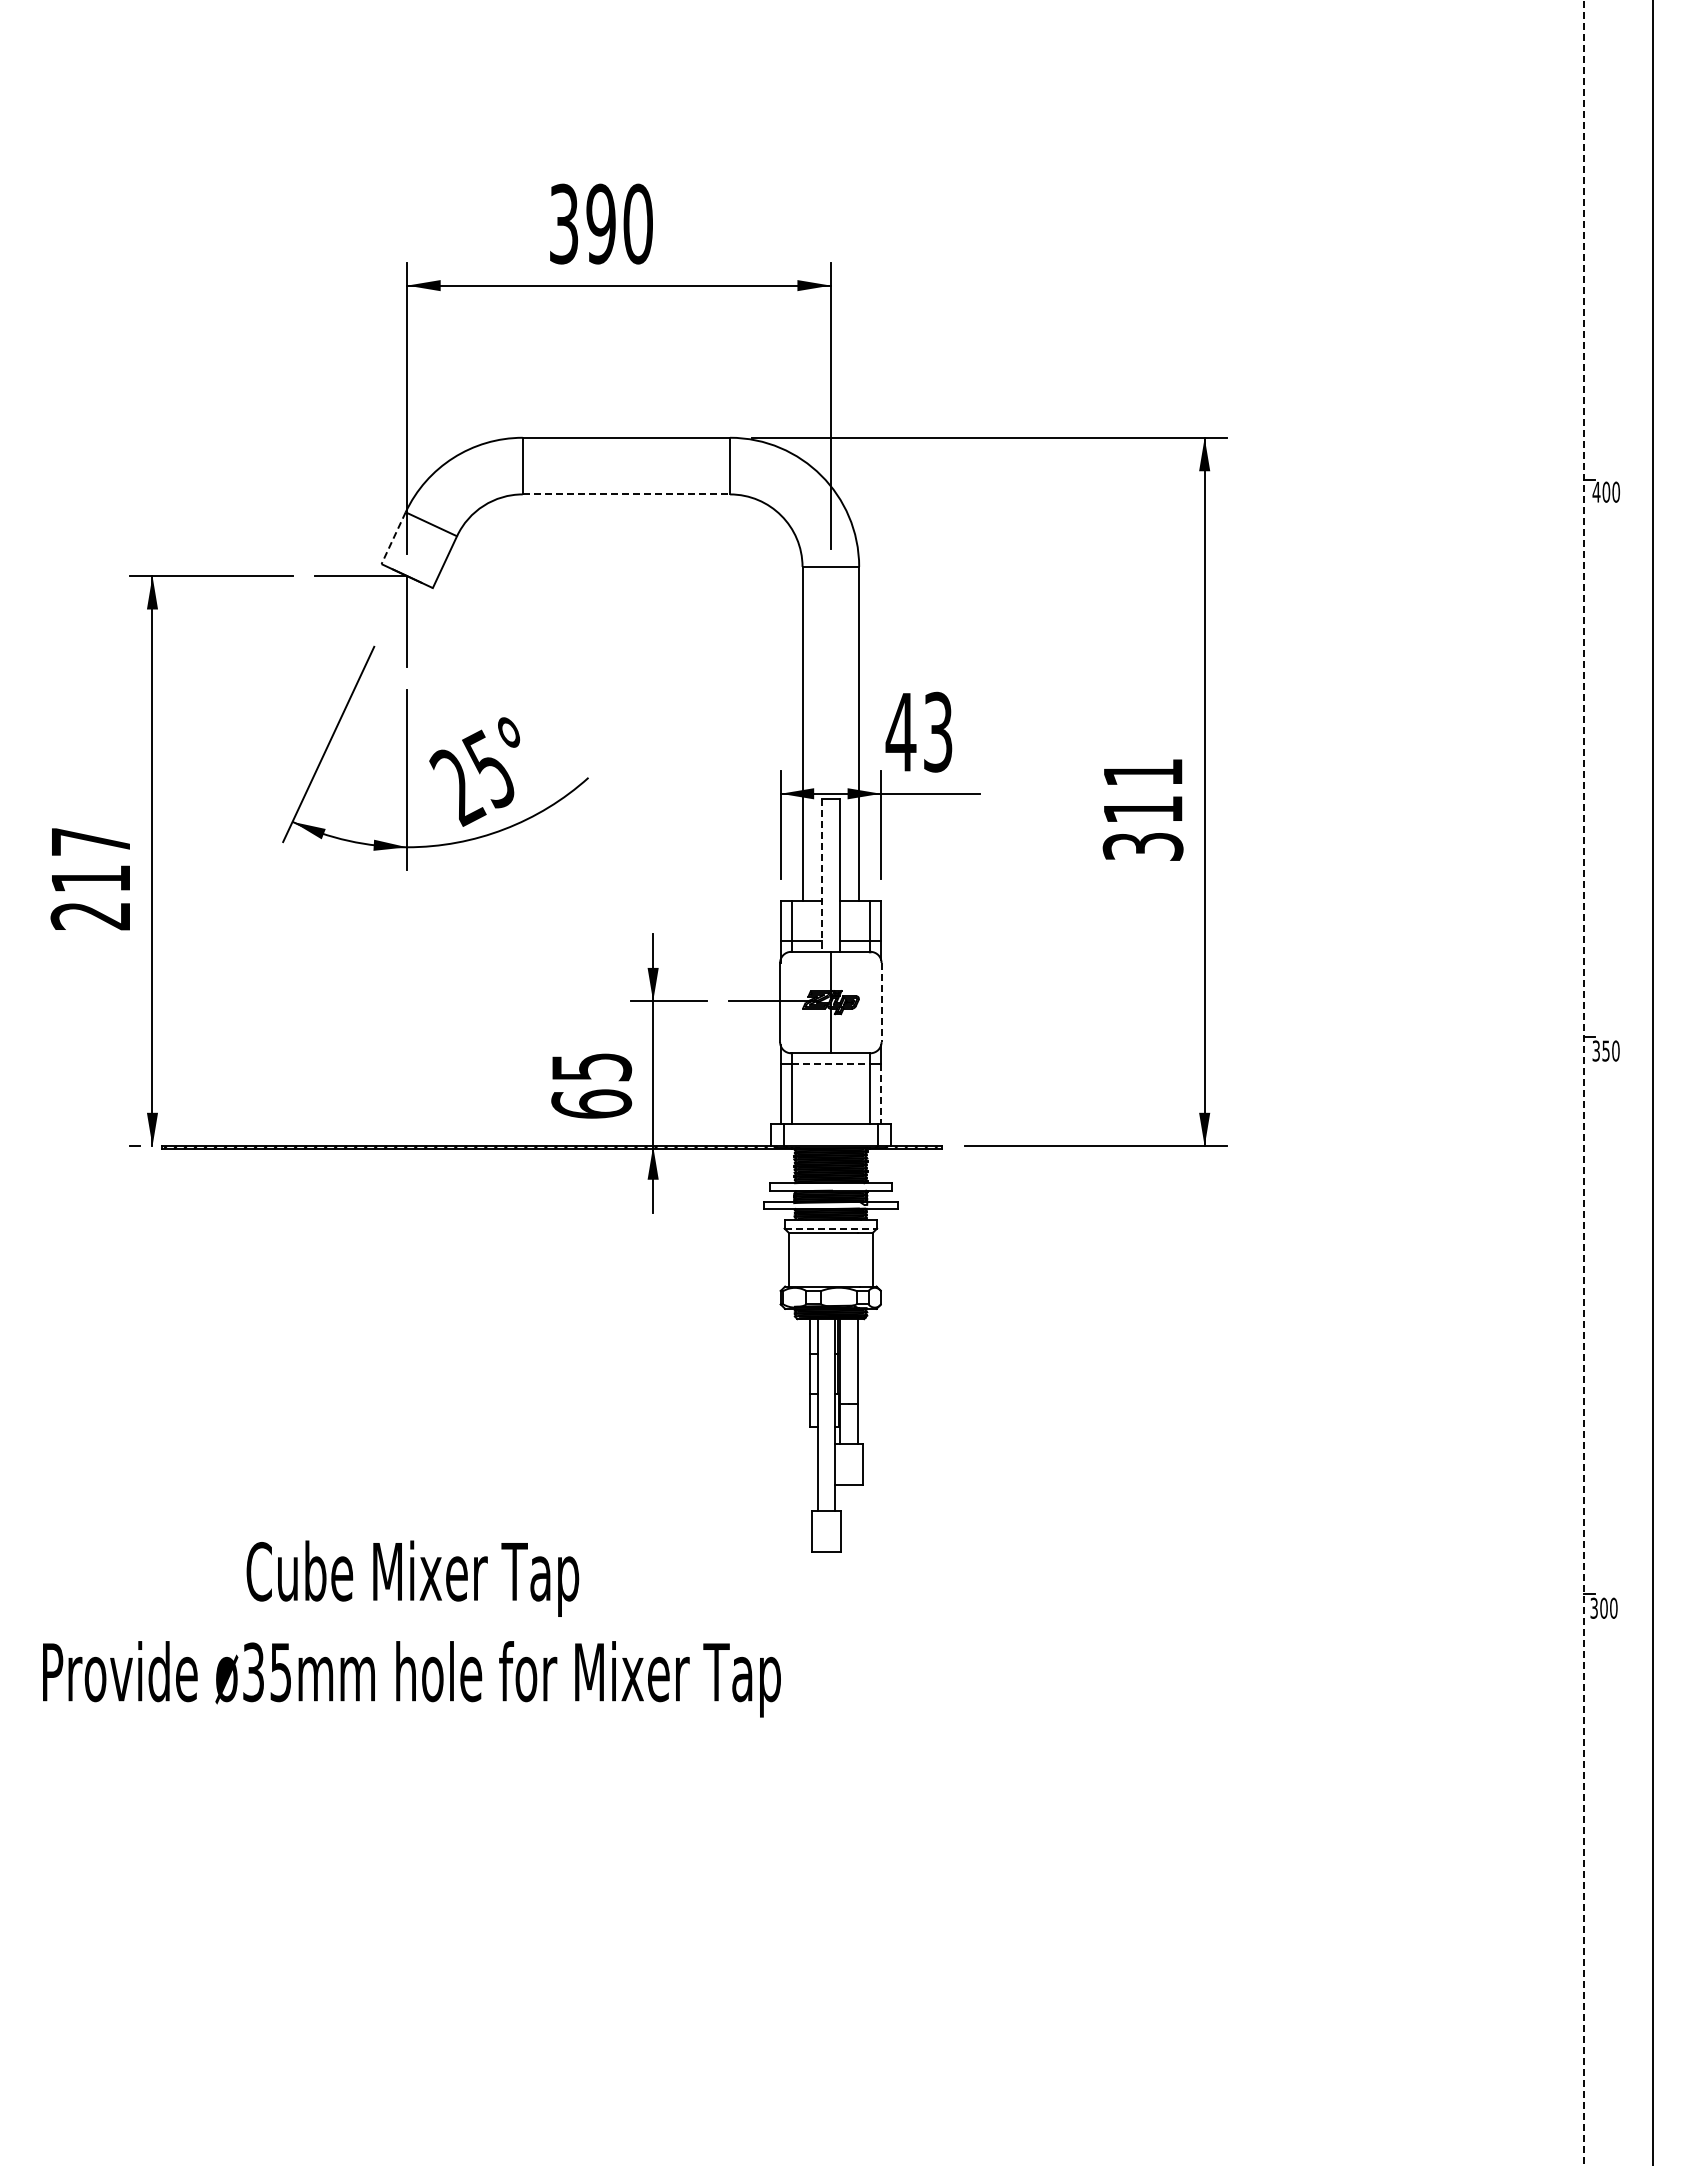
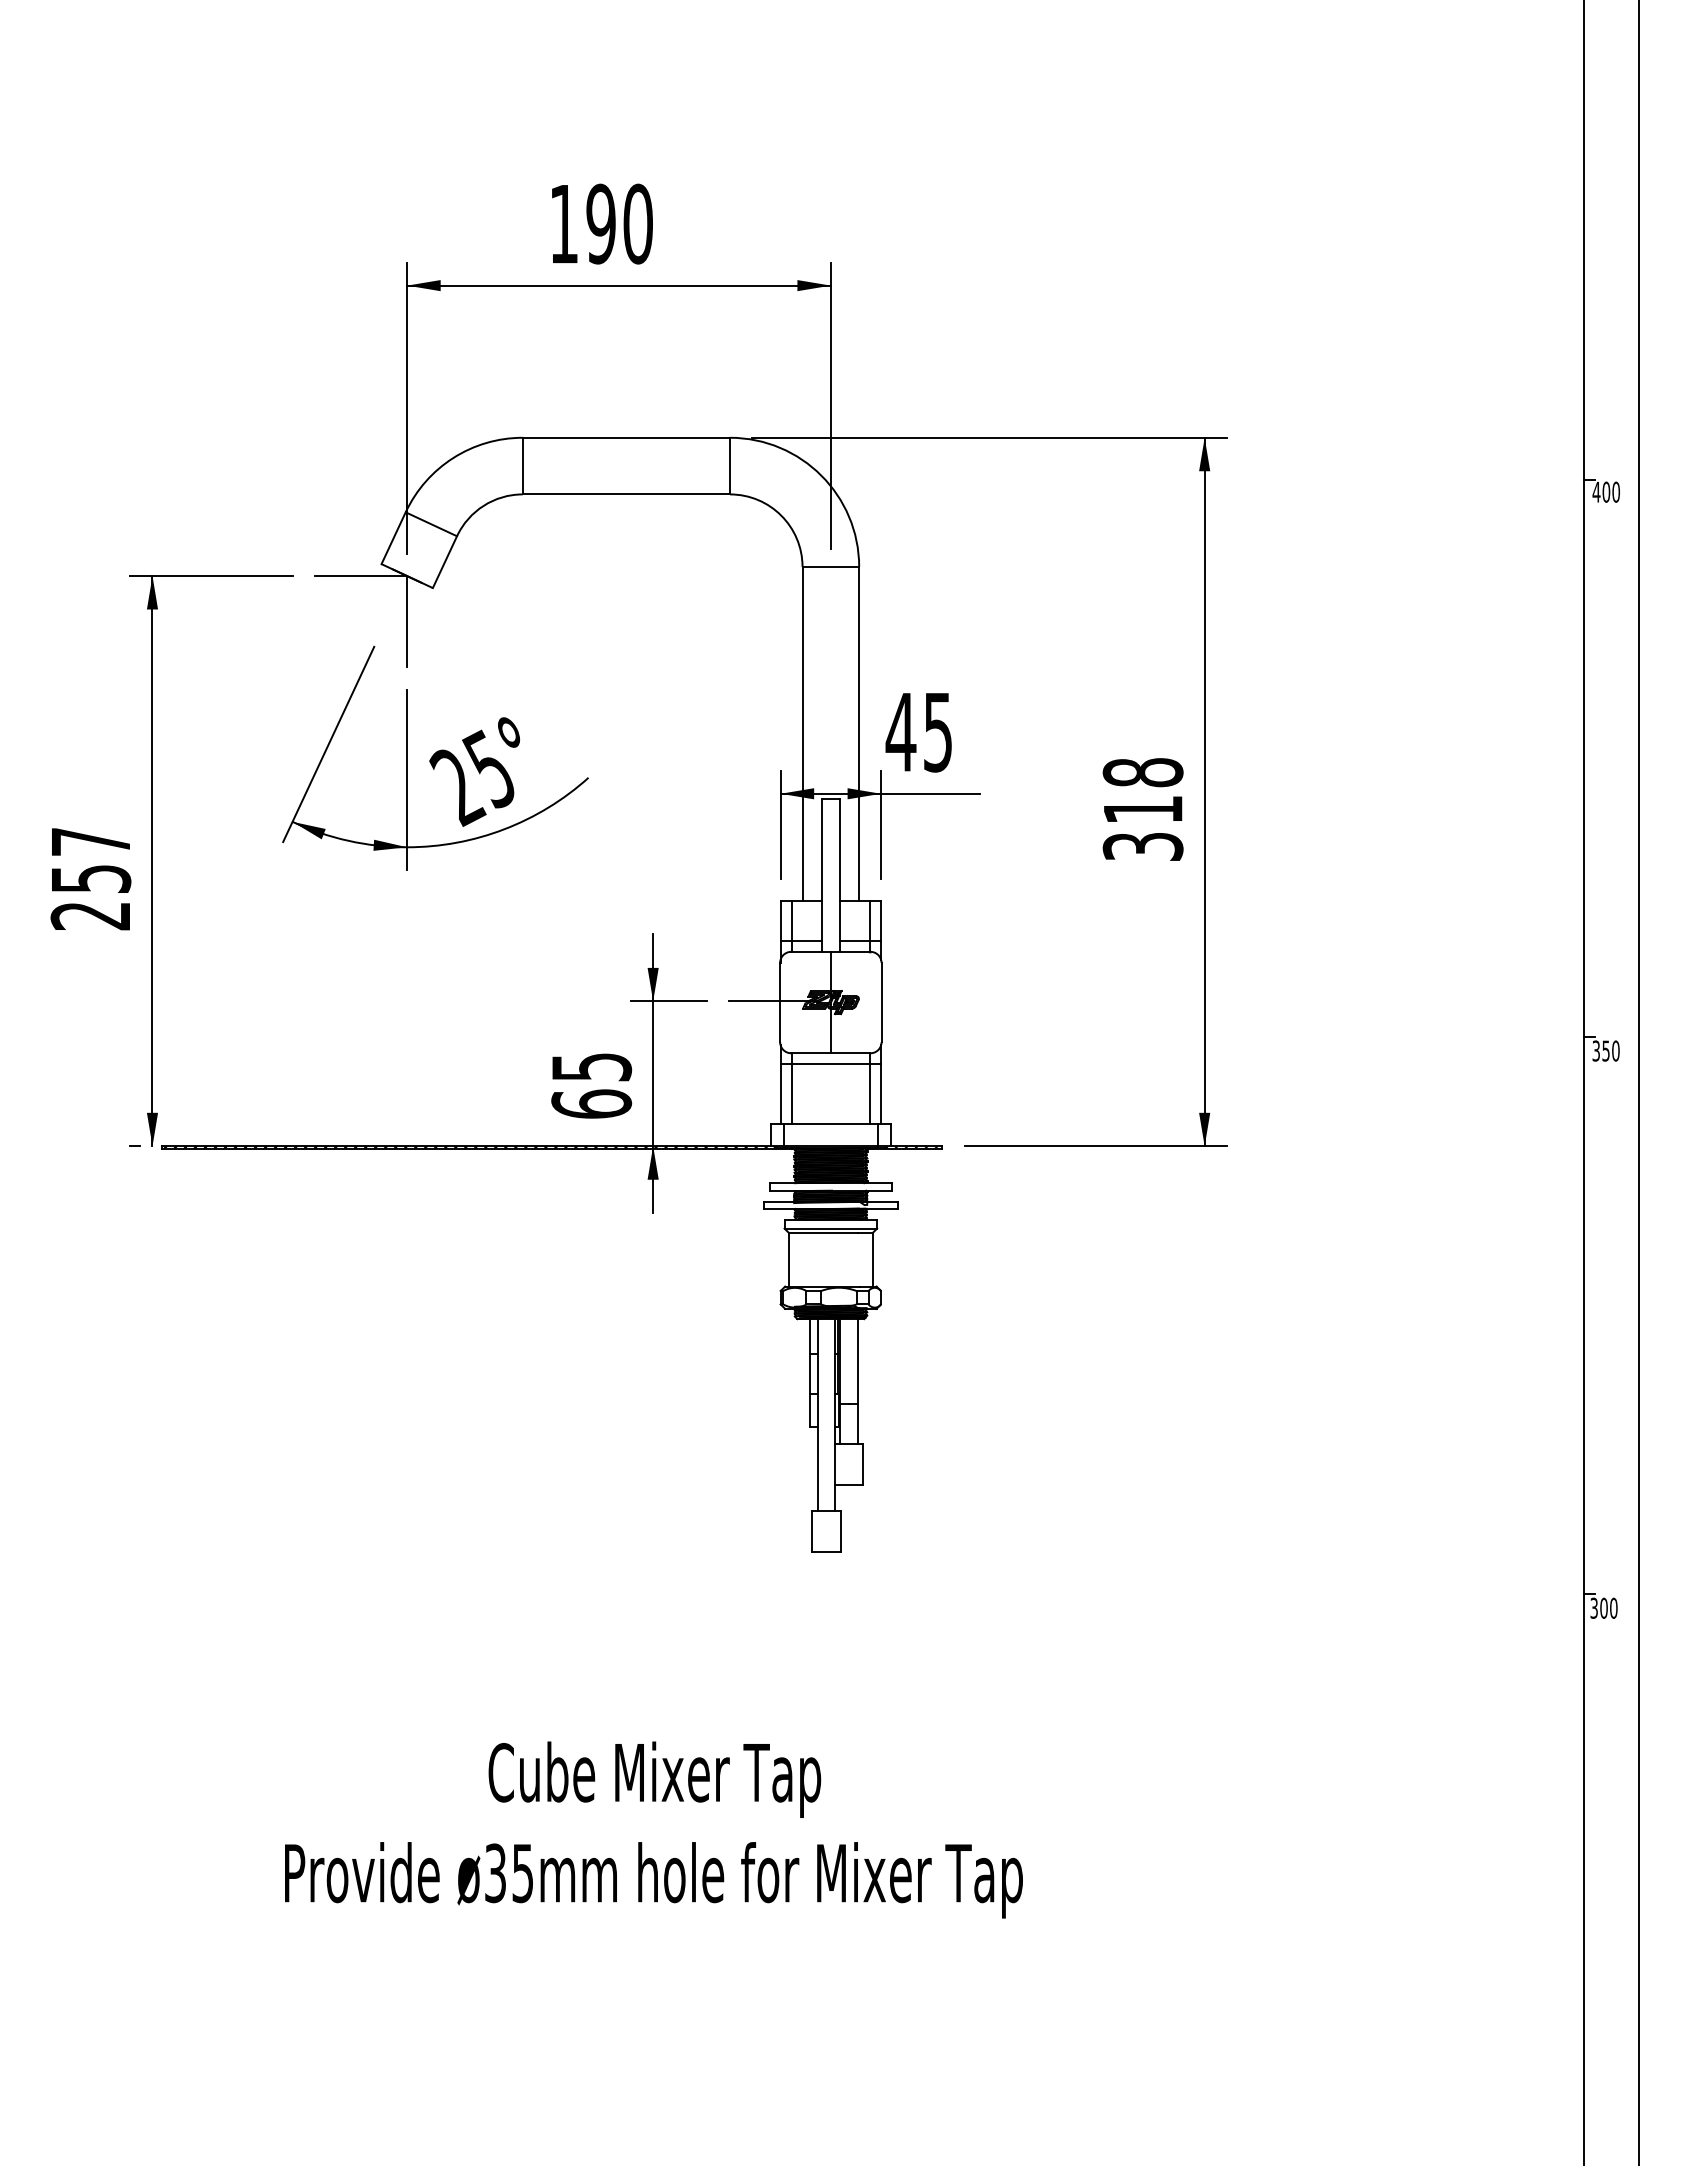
text at (564, 223): 390 -> 190
line at (626, 494): dashed -> solid
line at (393, 538): dashed -> solid
text at (938, 731): 43 -> 45
text at (1142, 772): 311 -> 318
line at (821, 875): dashed -> solid
text at (91, 878): 217 -> 257
line at (881, 1002): dashed -> solid
line at (831, 1063): dashed -> solid
line at (1583, 1082): dashed -> solid
line at (1653, 1082) position: (1653, 1082) -> (1639, 1082)
line at (881, 1094): dashed -> solid
line at (831, 1228): dashed -> solid
text at (411, 1628) position: (411, 1628) -> (653, 1829)
